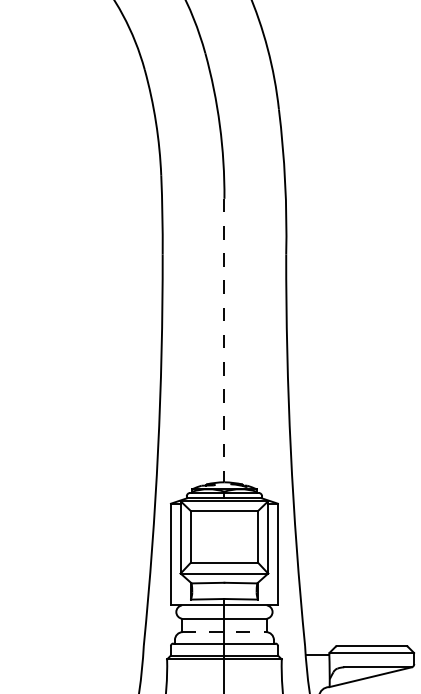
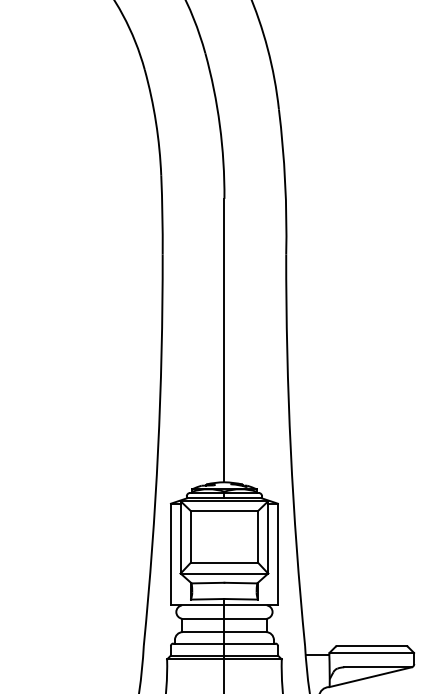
line at (224, 340): dashed -> solid
line at (224, 632): dashed -> solid
